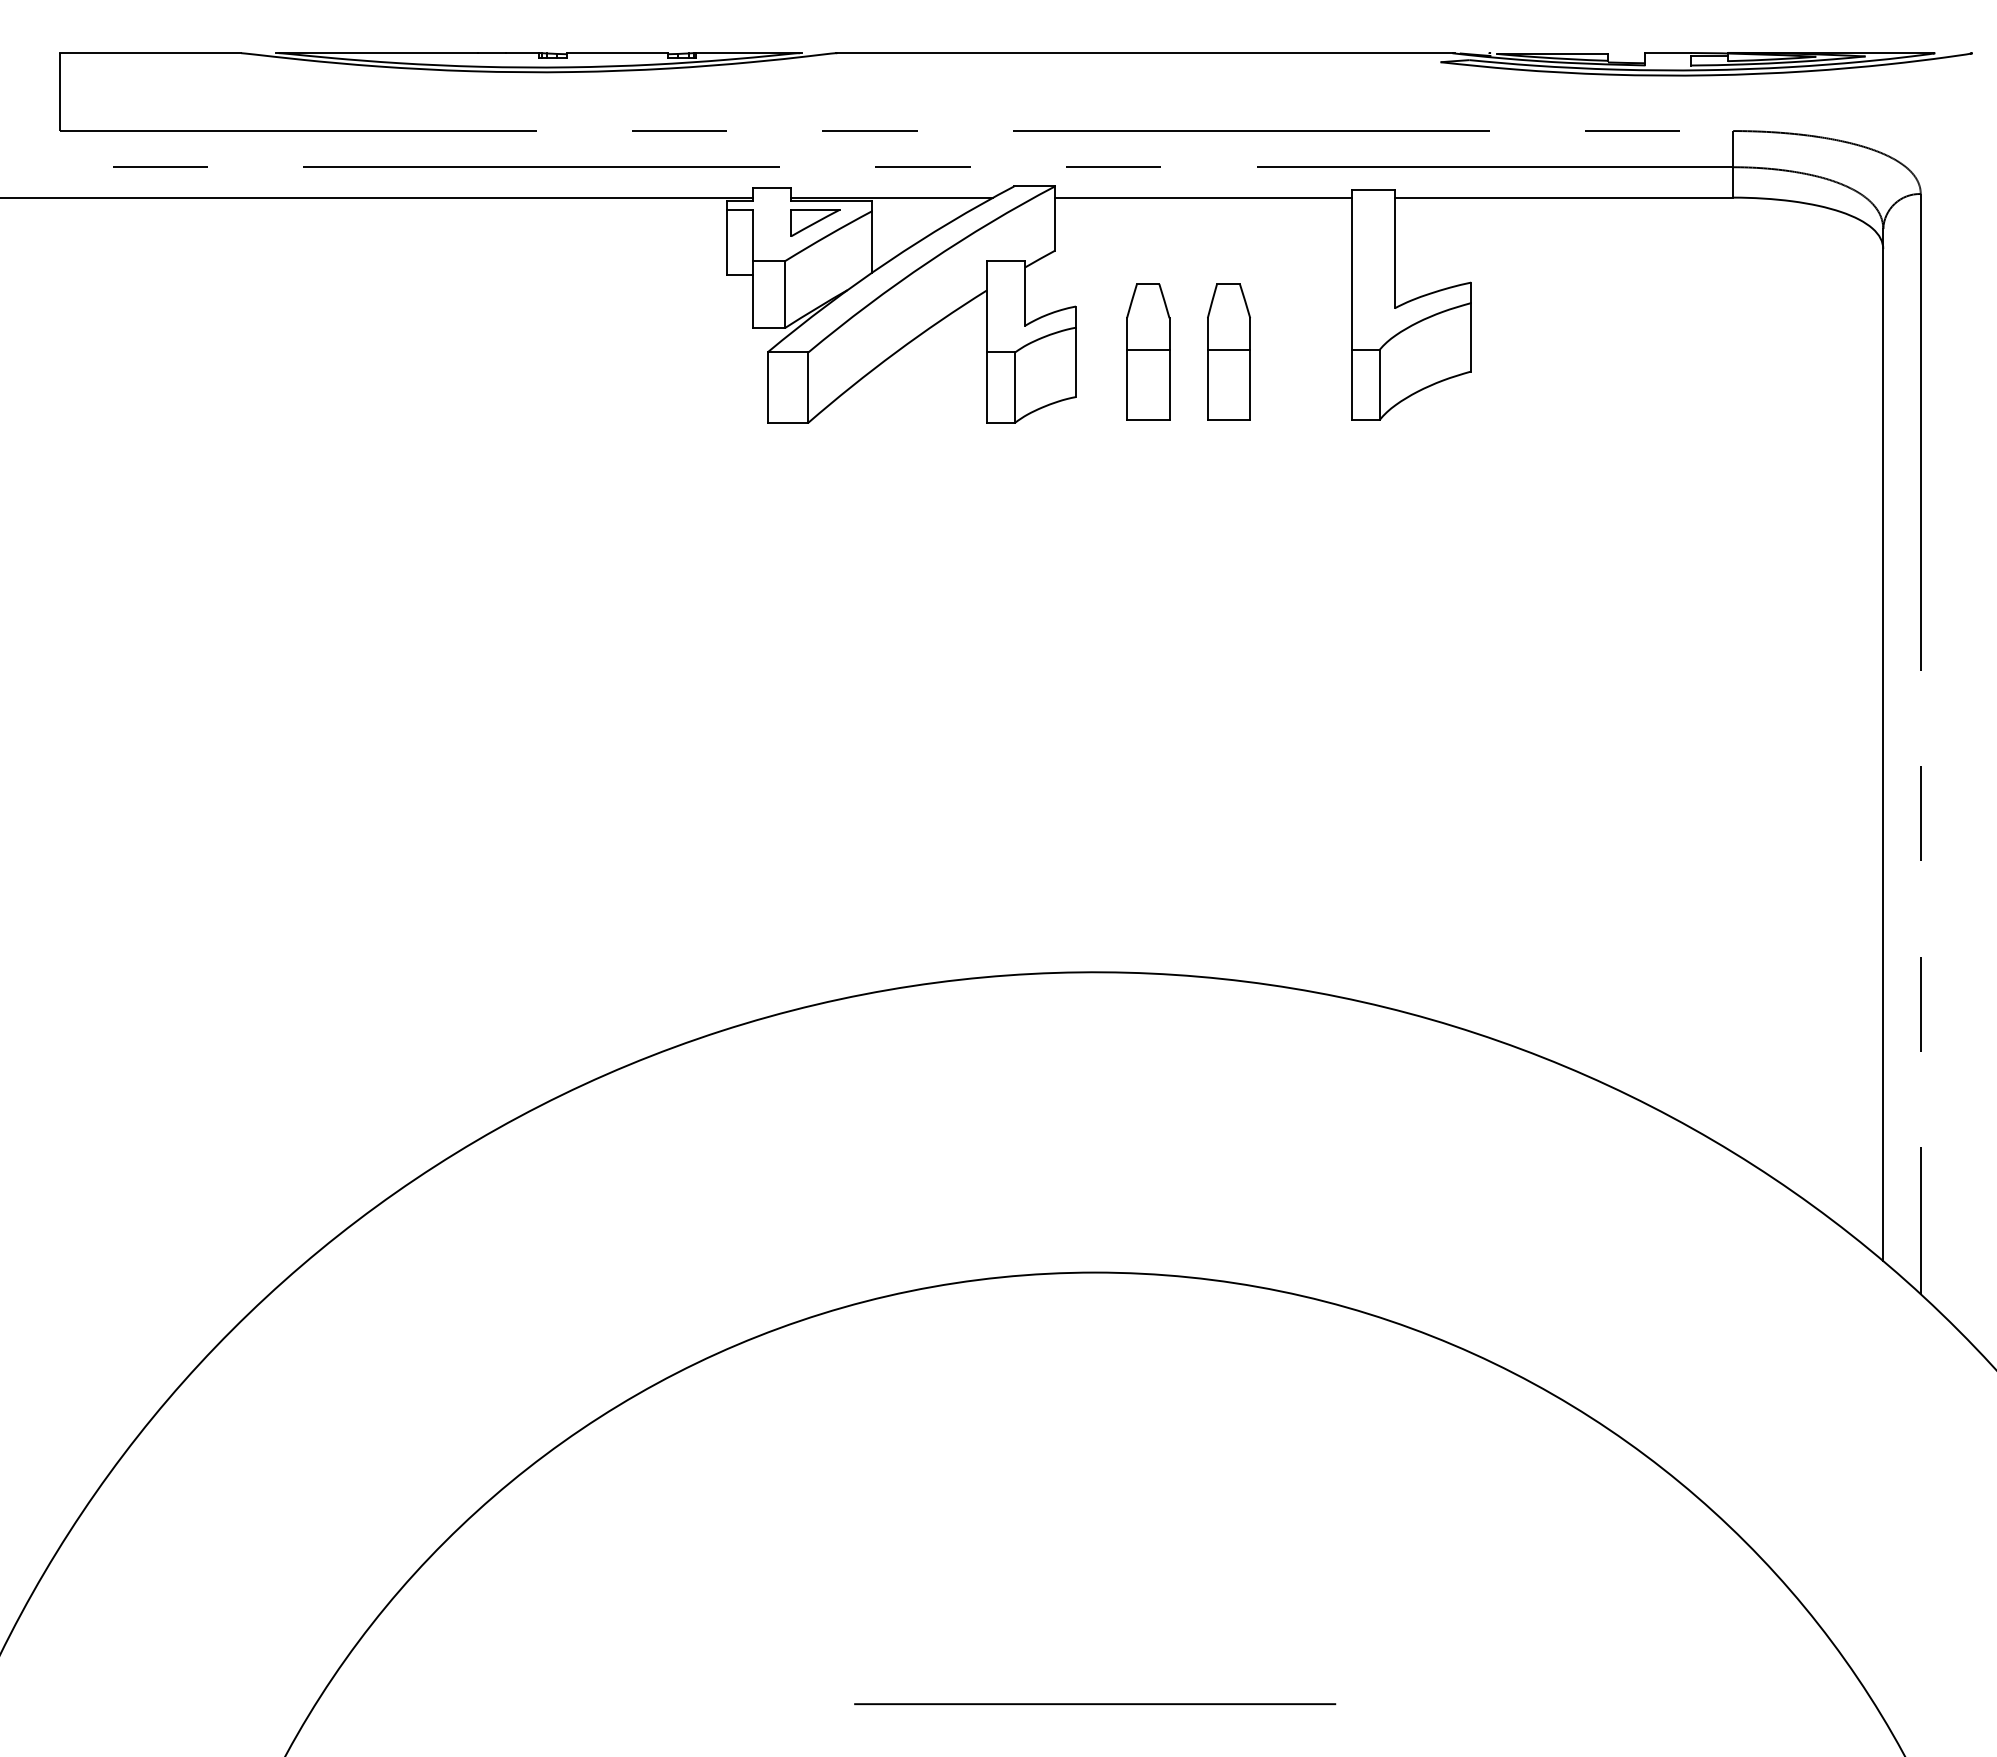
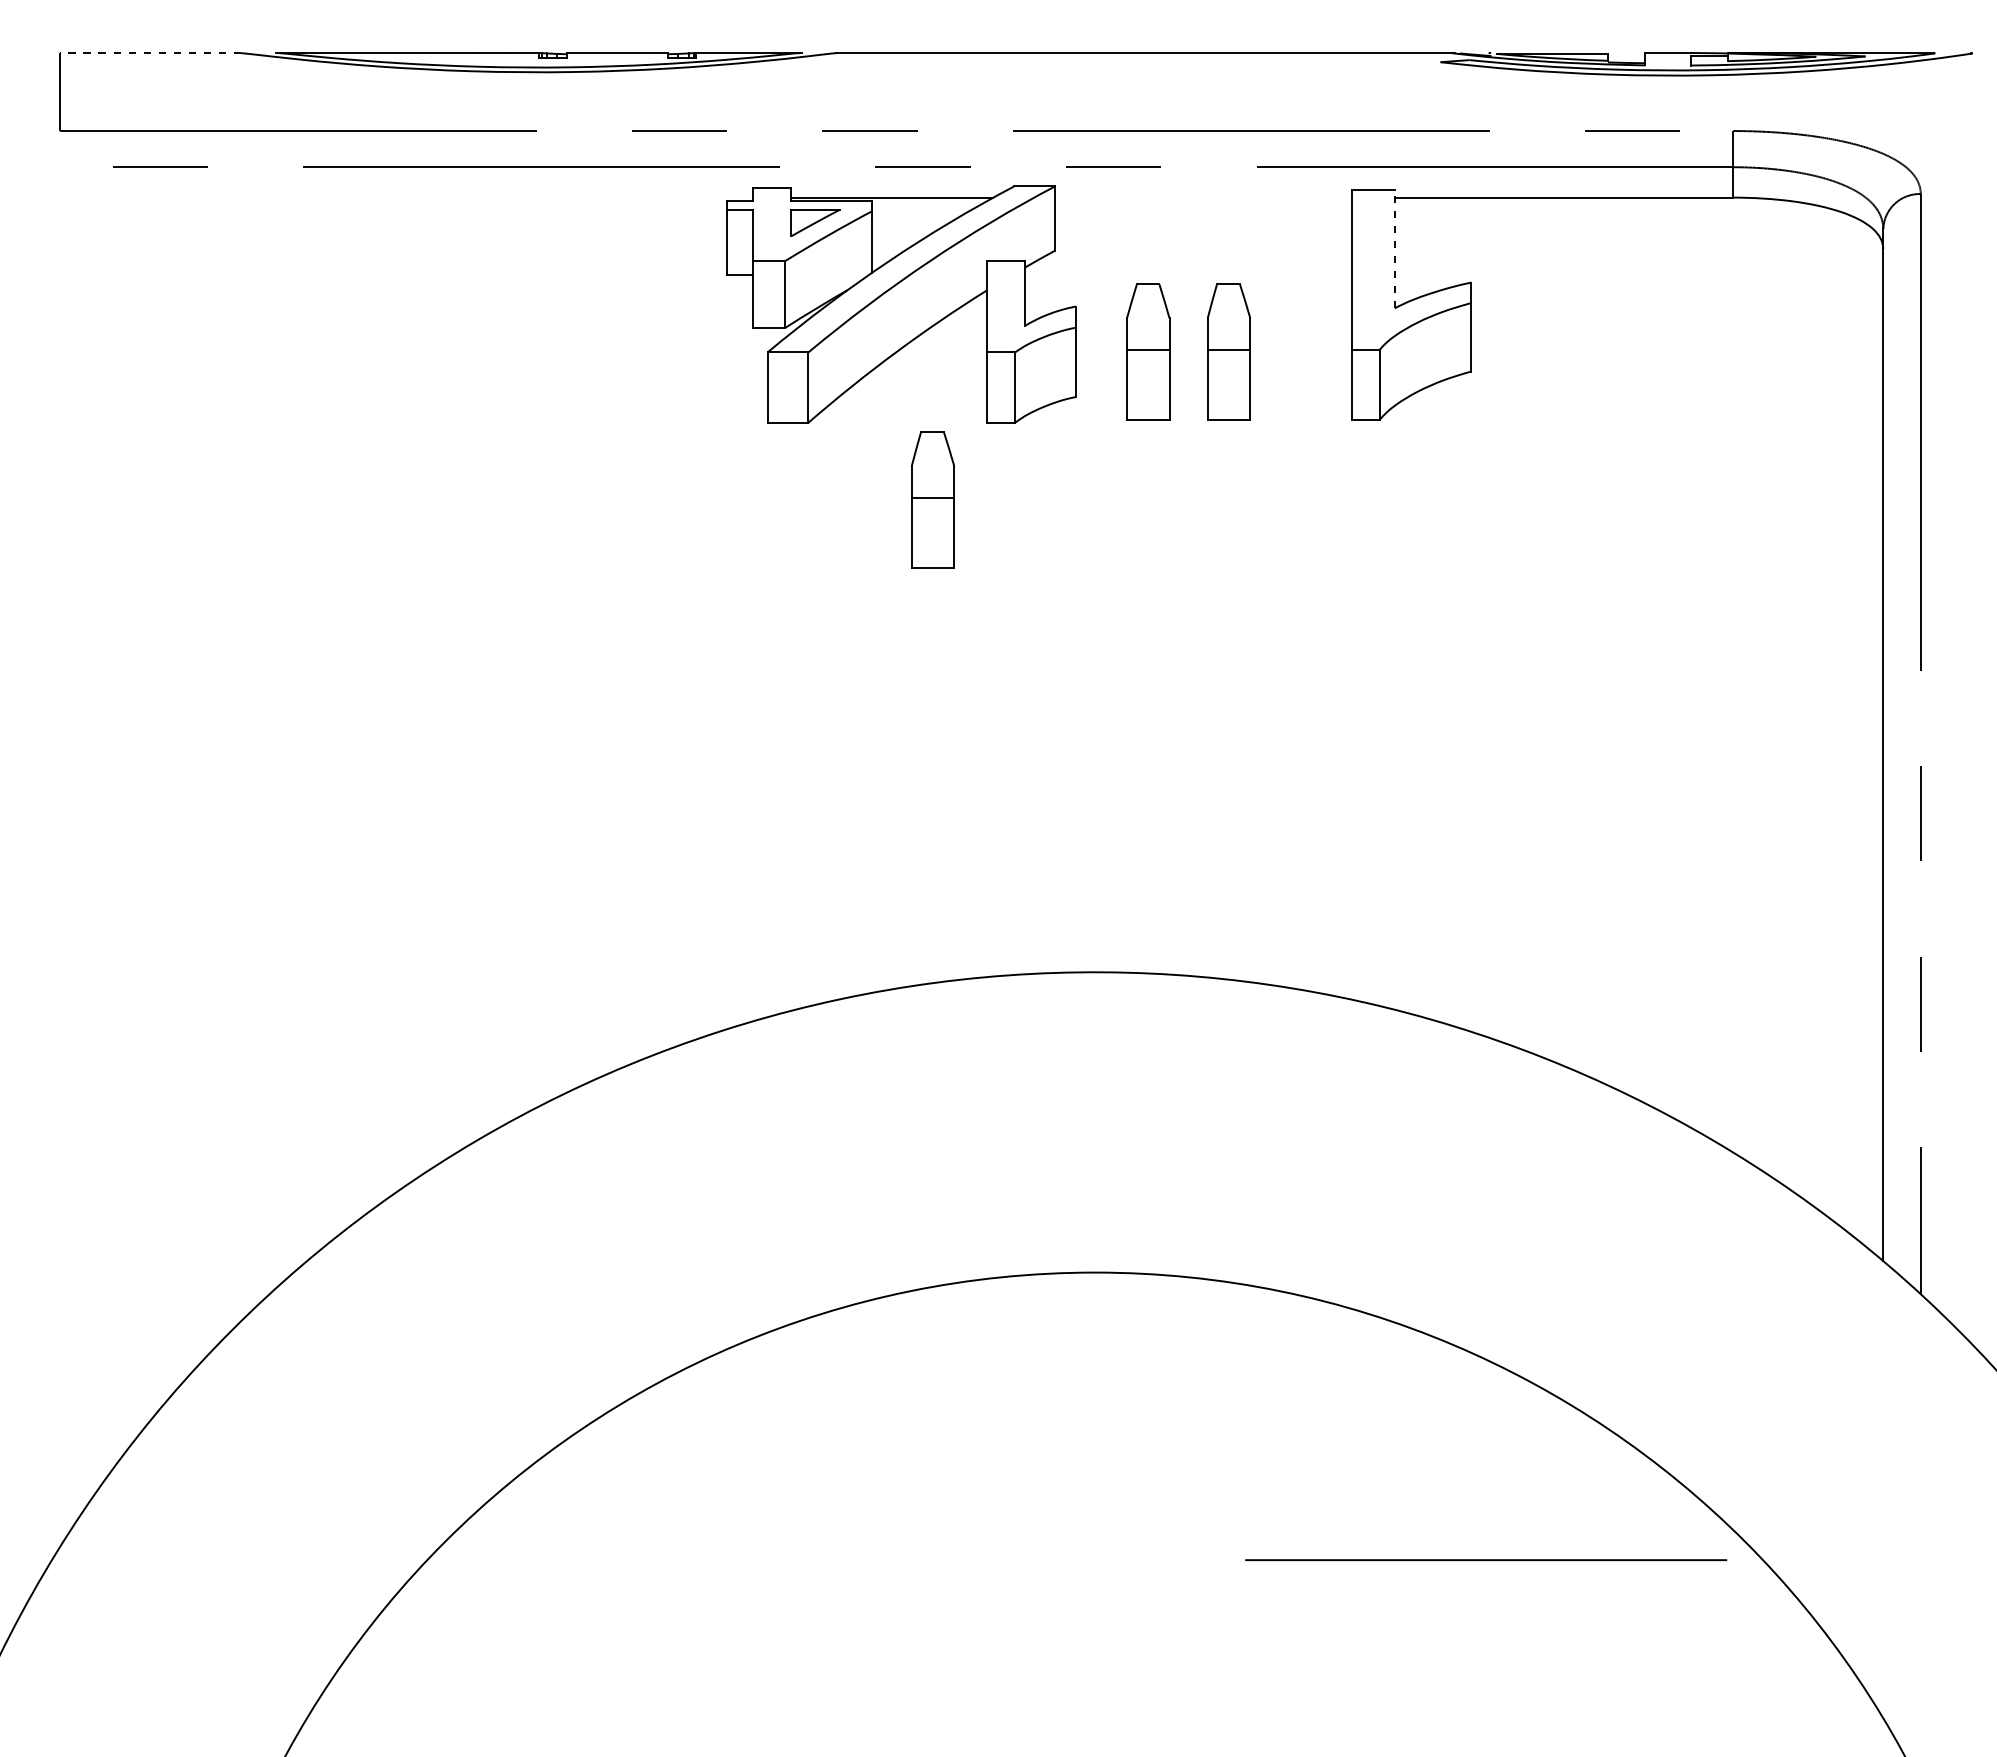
line at (150, 52): solid -> dashed
line at (377, 197): present -> none
line at (1203, 197): present -> none
line at (1394, 248): solid -> dashed
part at (932, 499): none -> present
line at (1095, 1704) position: (1095, 1704) -> (1486, 1560)
